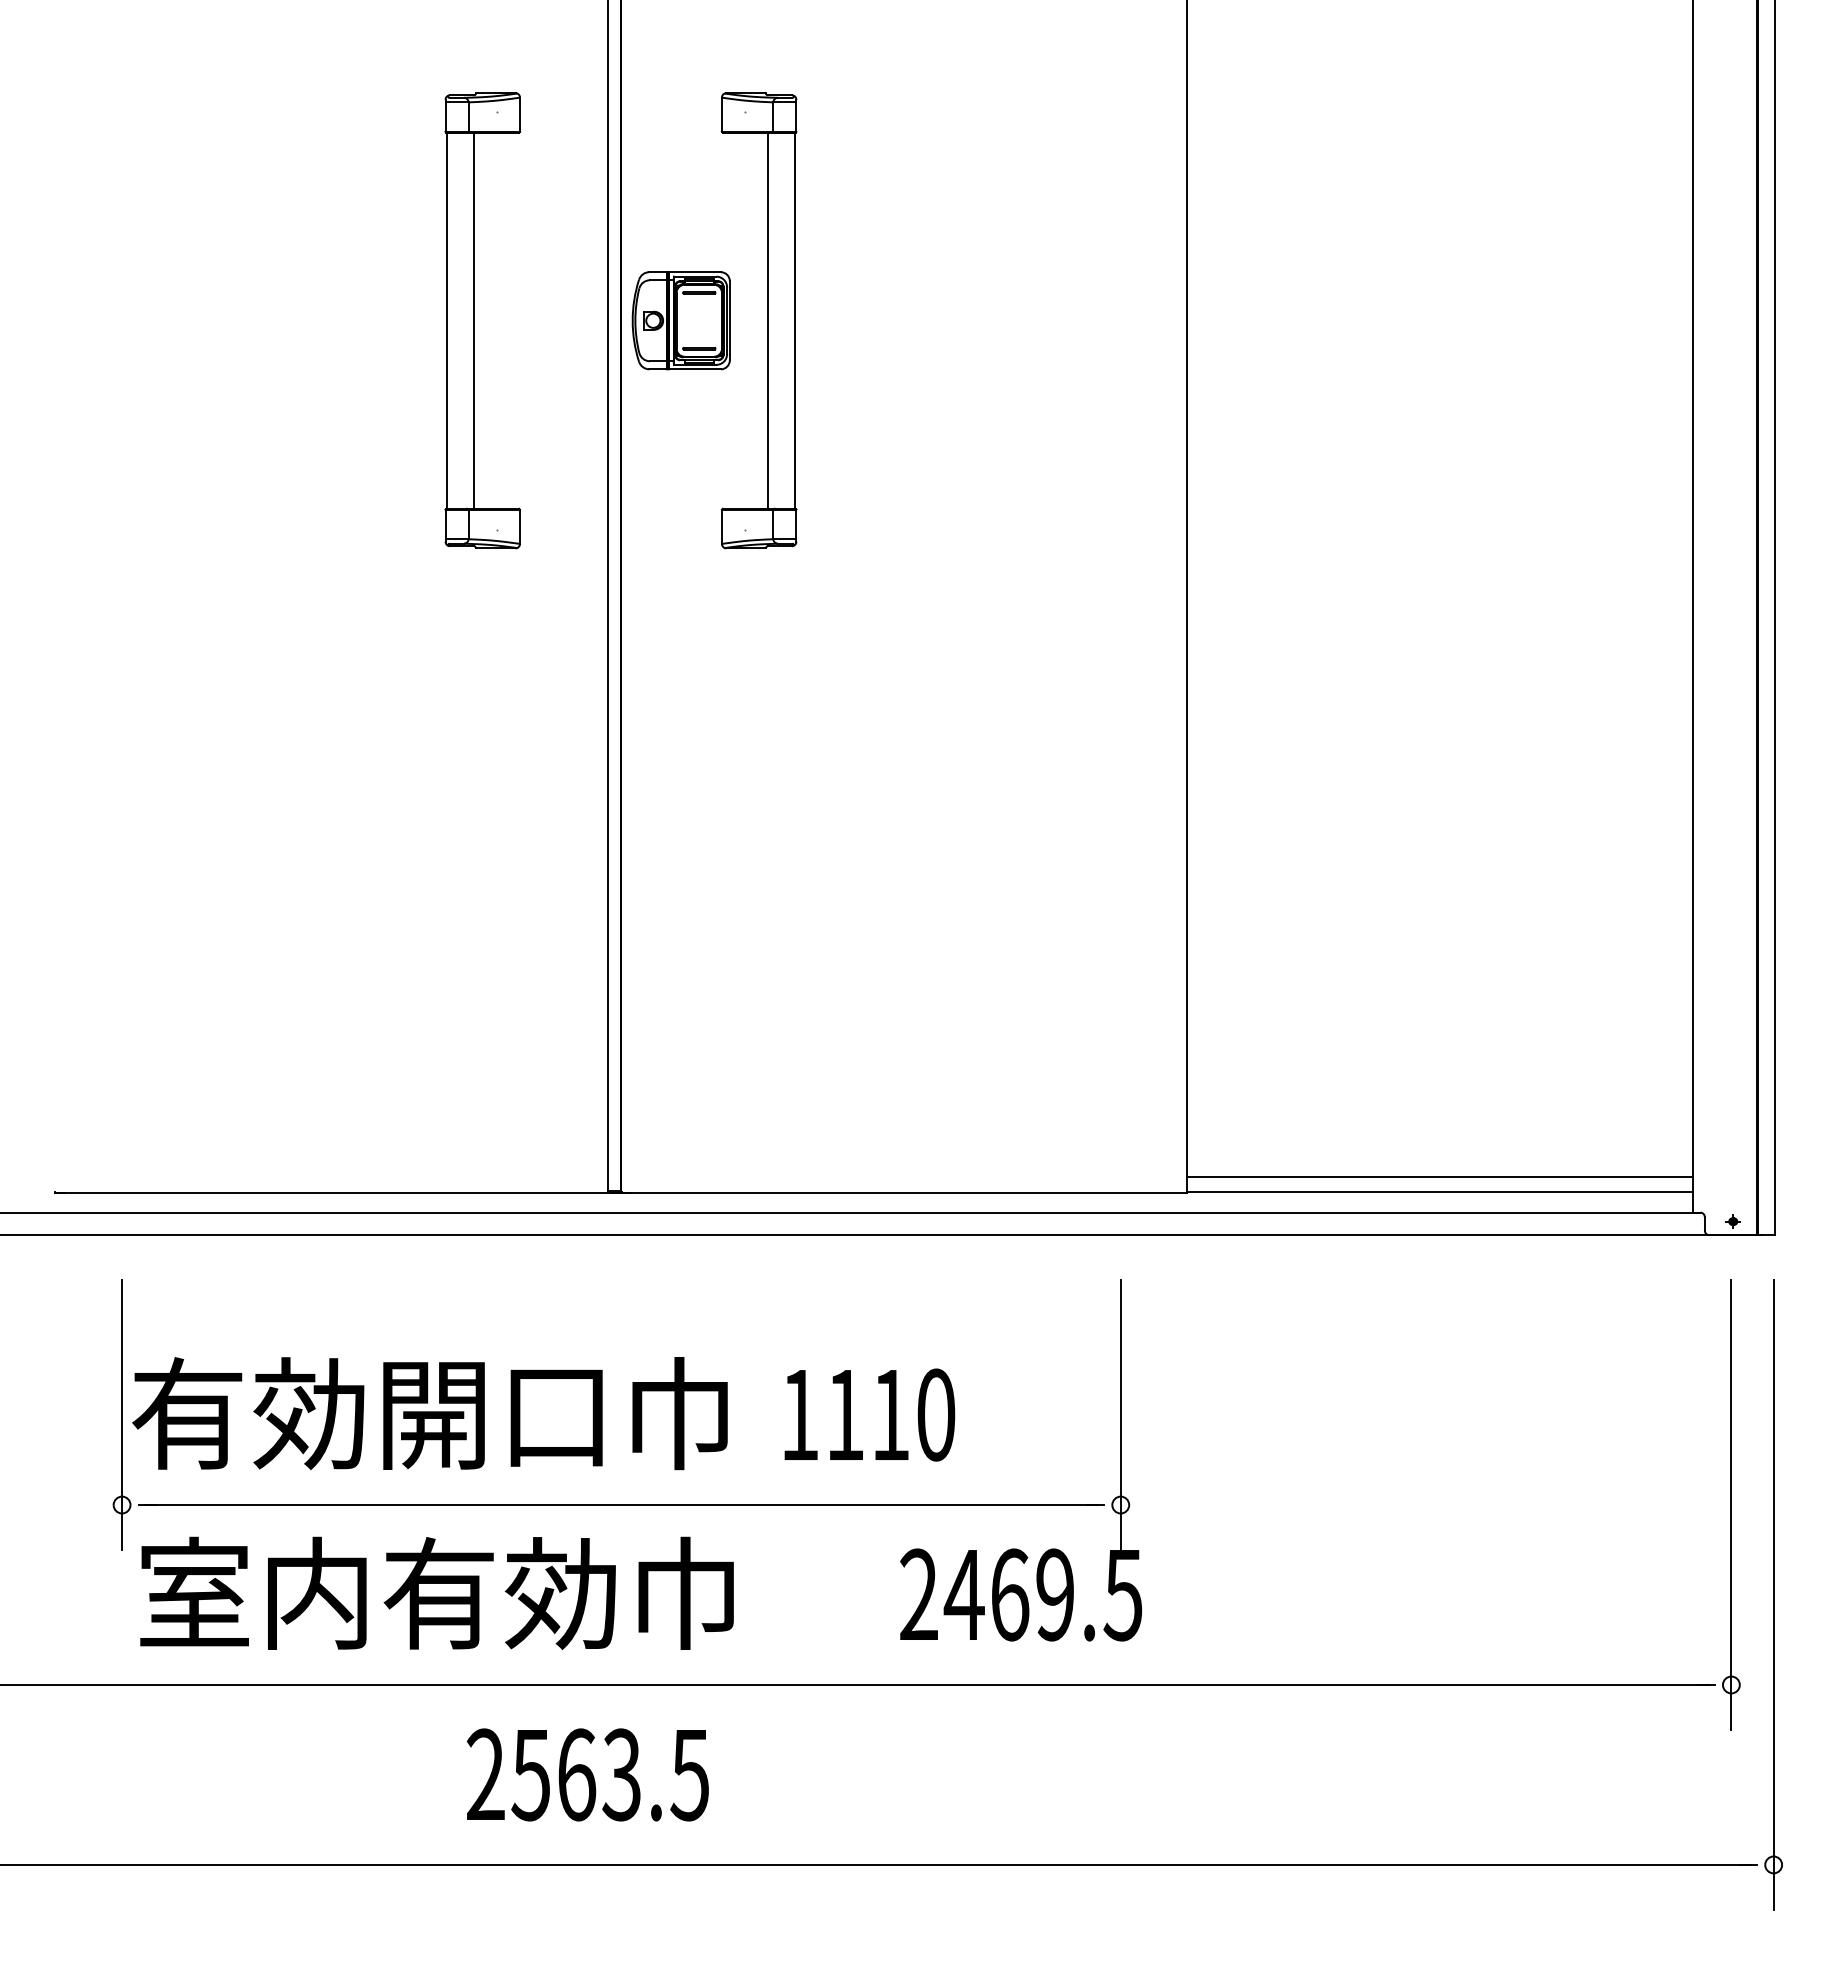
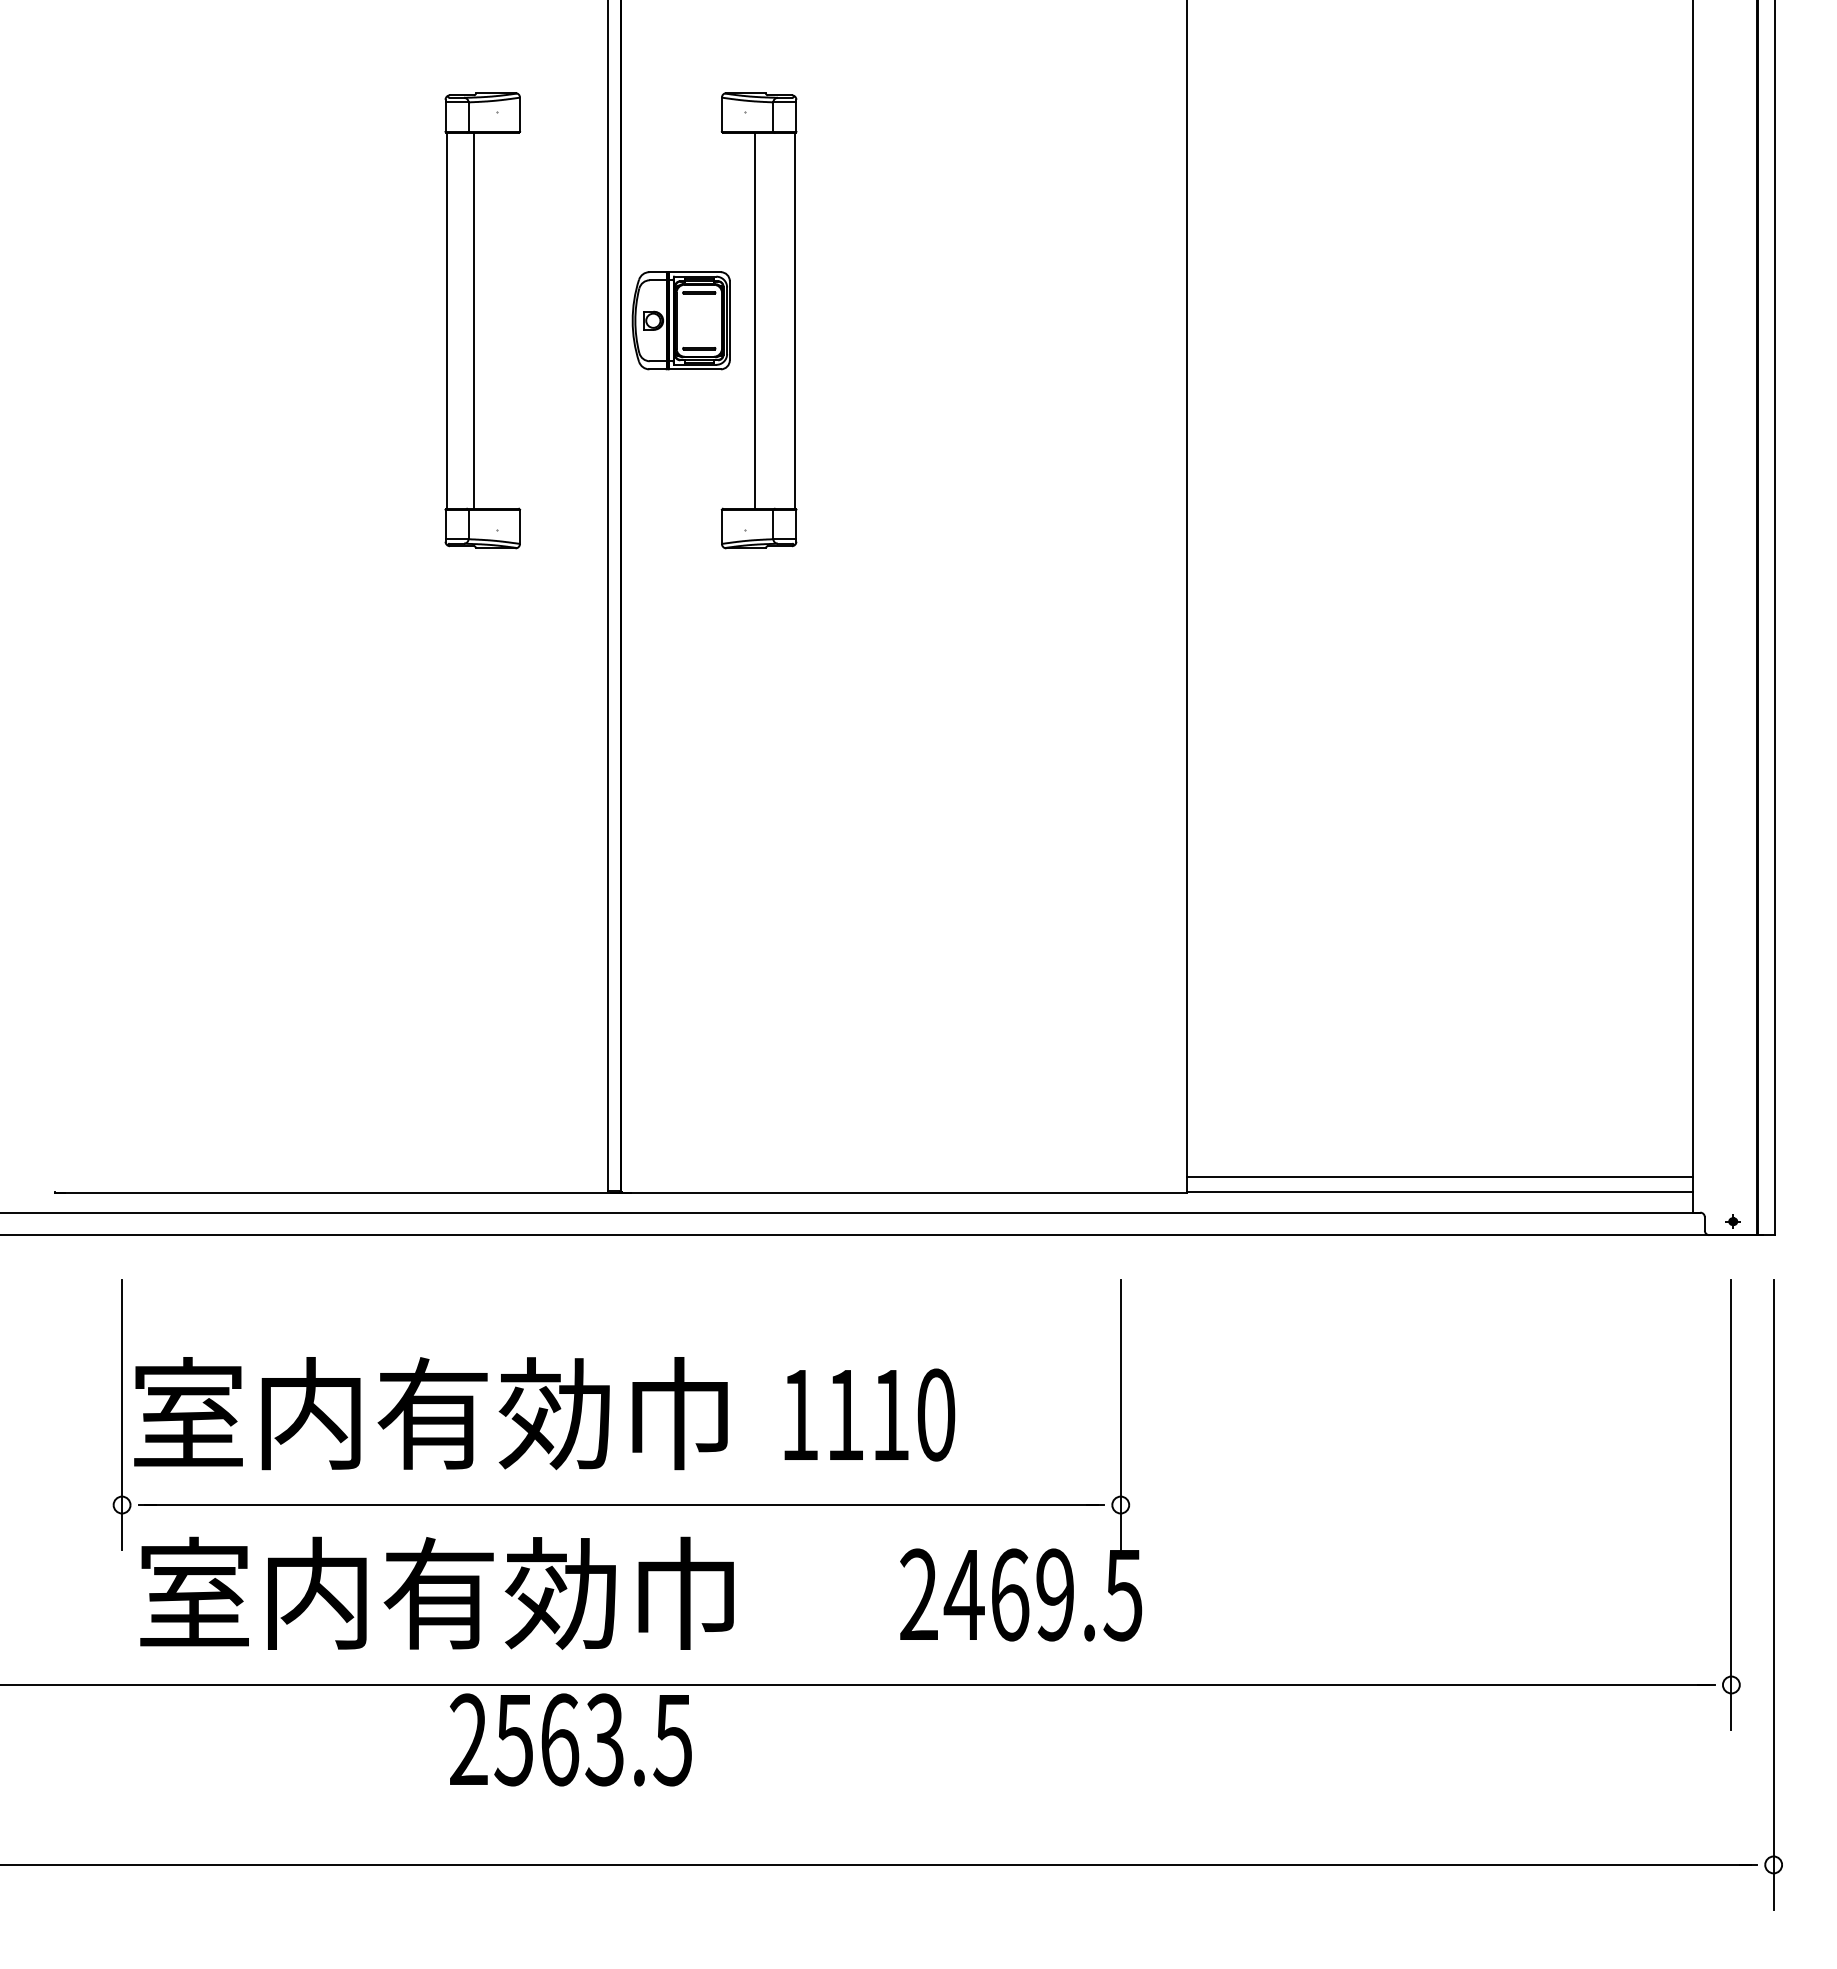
line at (768, 320) position: (768, 320) -> (755, 320)
text at (370, 1413): 有効開口巾 -> 室内有効巾
text at (587, 1774) position: (587, 1774) -> (570, 1739)
